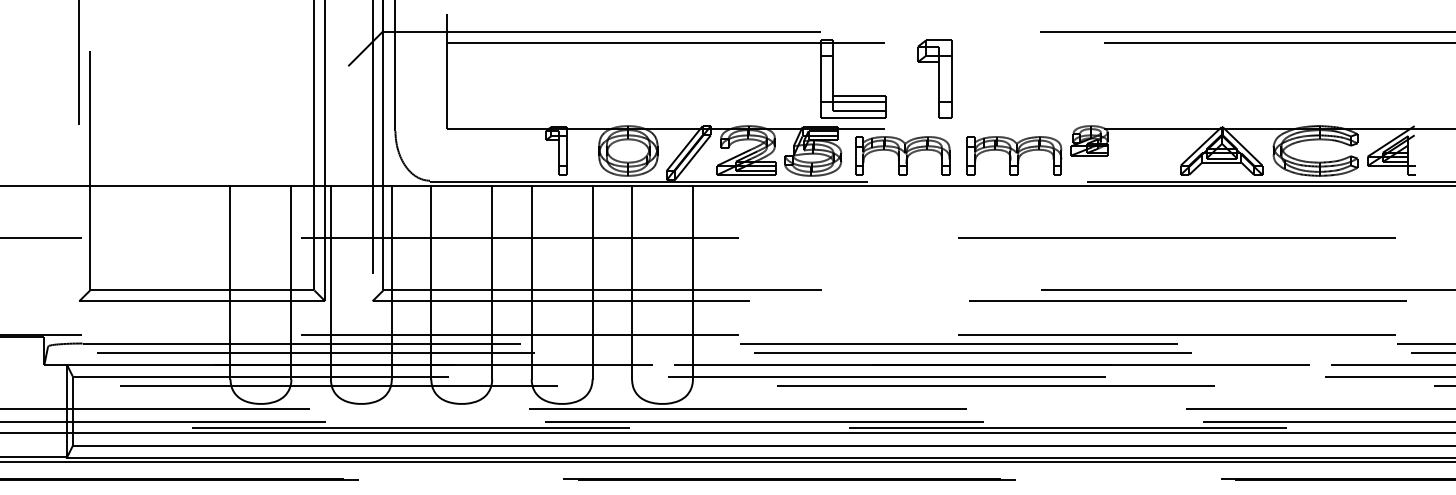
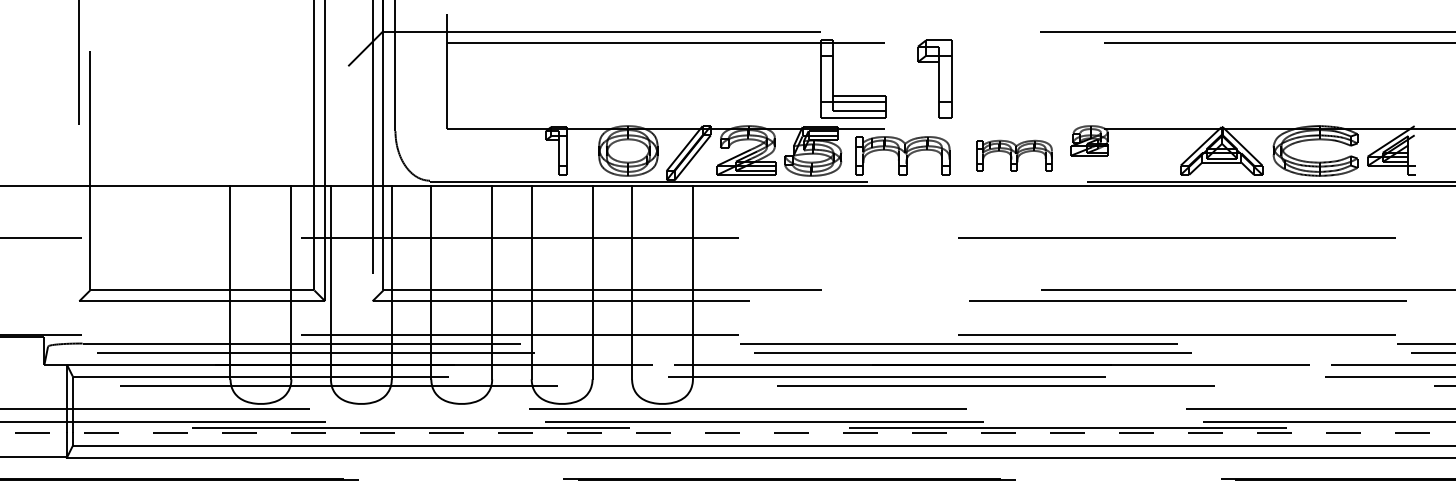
part at (1014, 155) size: 97x40 px -> 77x33 px
line at (728, 433): solid -> dashed
line at (727, 462): present -> none
